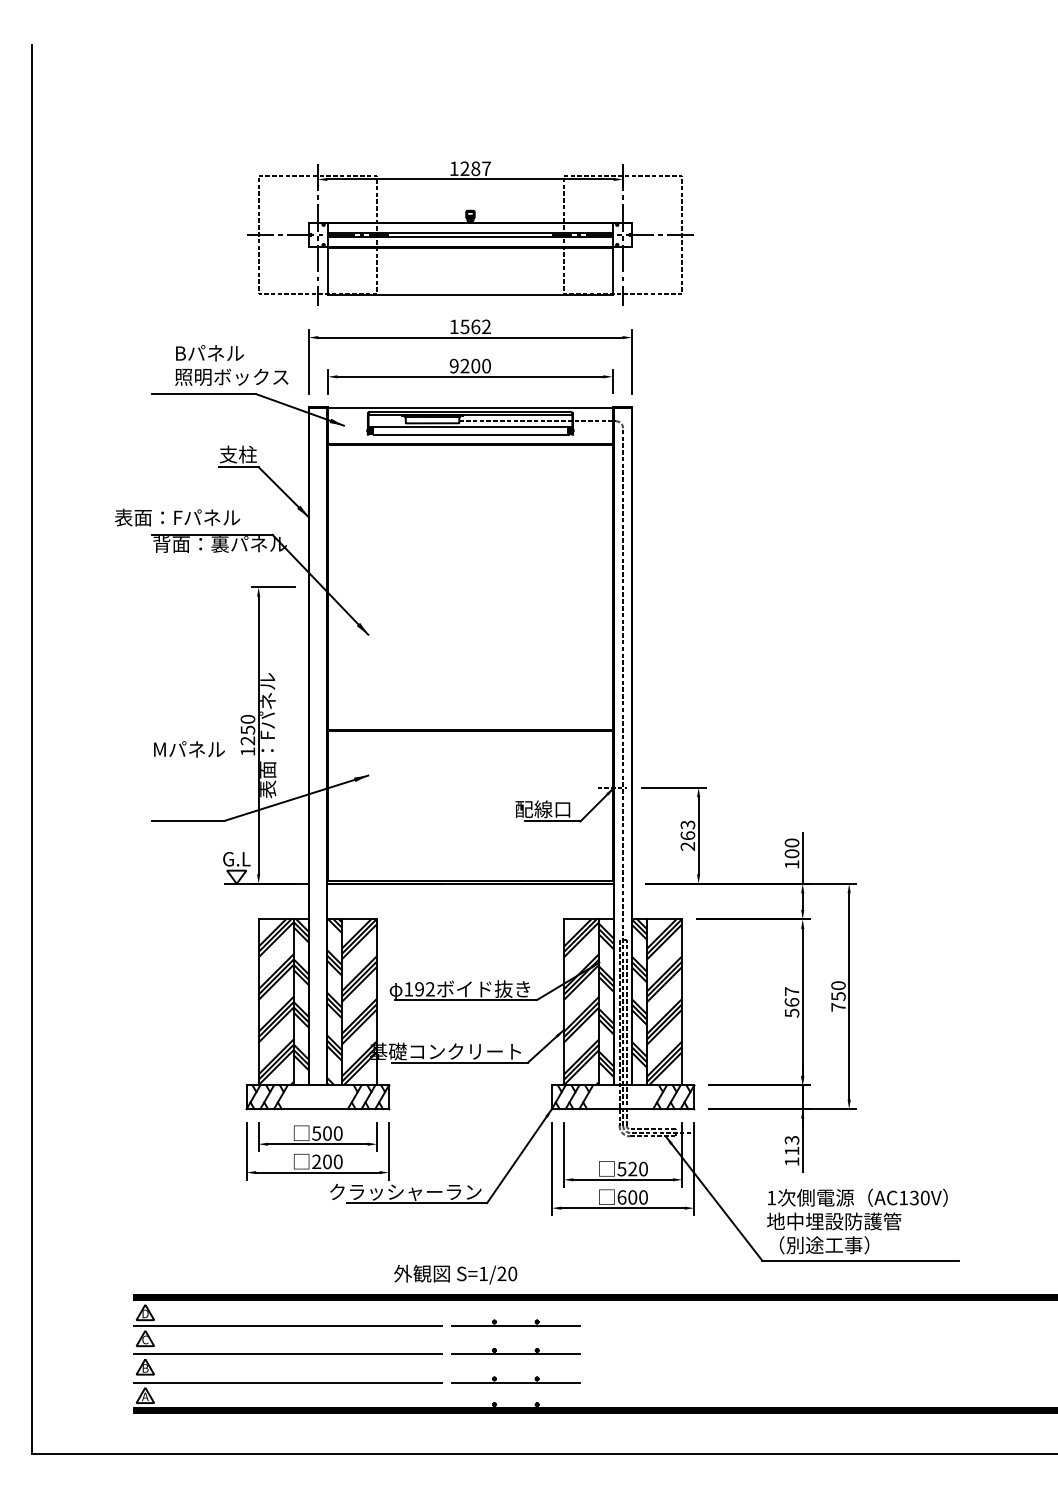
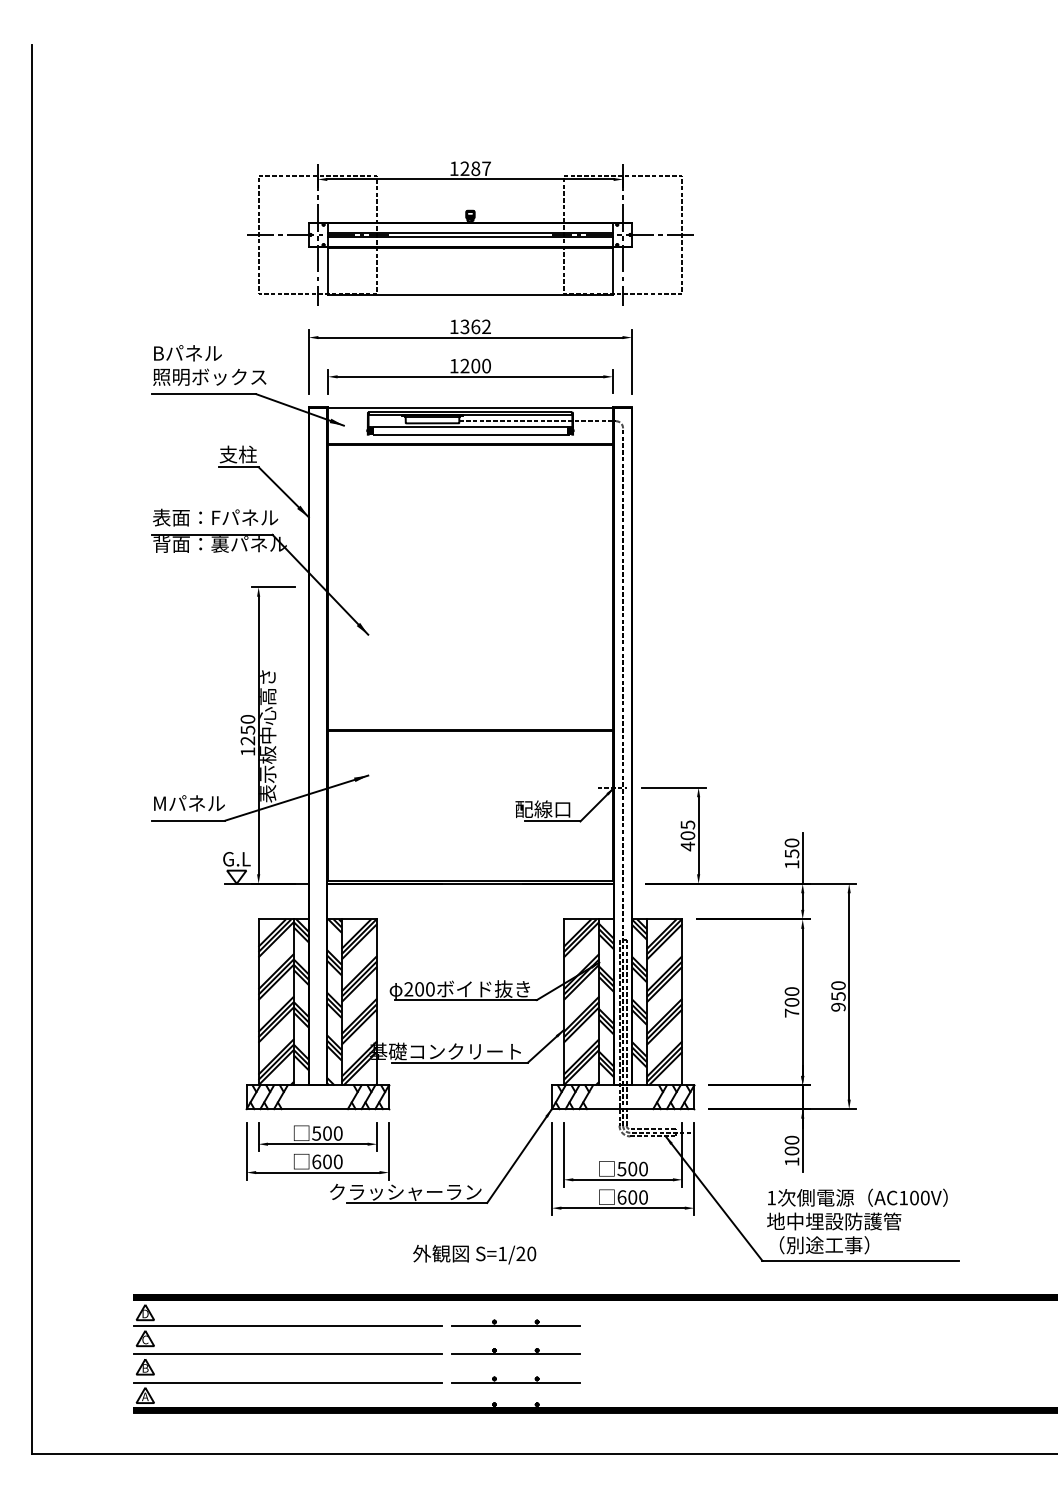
text at (465, 326): 1562 -> 1362
text at (231, 365) position: (231, 365) -> (209, 365)
text at (453, 365): 9200 -> 1200
text at (177, 517) position: (177, 517) -> (215, 517)
text at (268, 736): 表面：Fパネル -> 表示板中心高さ
text at (189, 749) position: (189, 749) -> (189, 803)
text at (687, 835): 263 -> 405
text at (791, 853): 100 -> 150
text at (419, 989): 192 -> 200
text at (791, 1002): 567 -> 700
text at (838, 1006): 750 -> 950
text at (791, 1145): 113 -> 100
text at (316, 1161): 200 -> 600
text at (632, 1168): 520 -> 500
text at (914, 1197): AC130V -> AC100V
text at (455, 1274) position: (455, 1274) -> (474, 1254)
